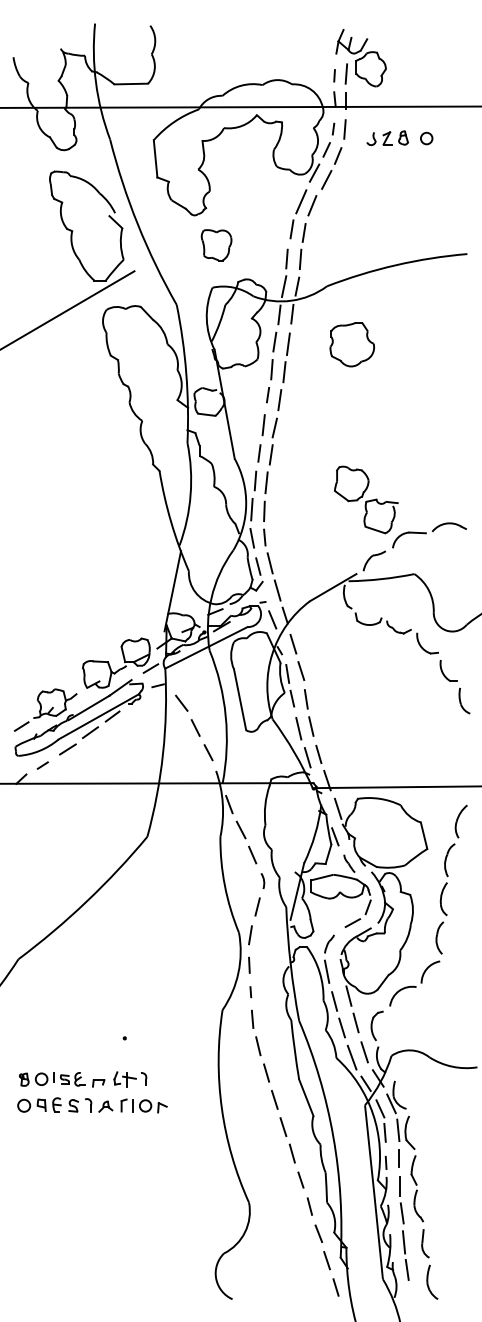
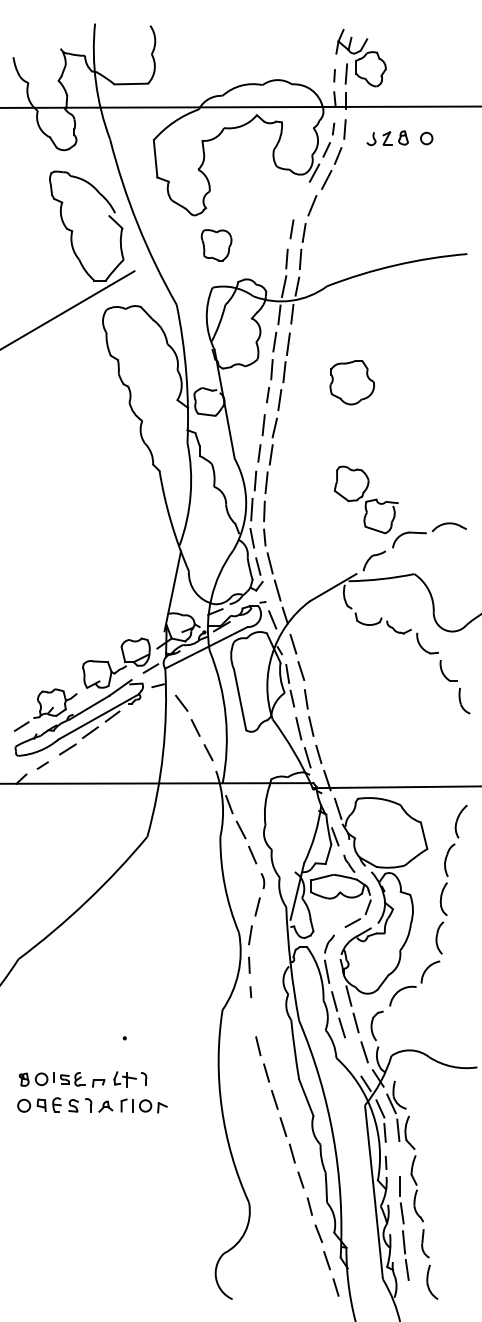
line at (301, 201): present -> none
part at (351, 344) position: (351, 344) -> (351, 382)
line at (252, 1018): present -> none
line at (351, 1057): present -> none
line at (398, 1158): present -> none
